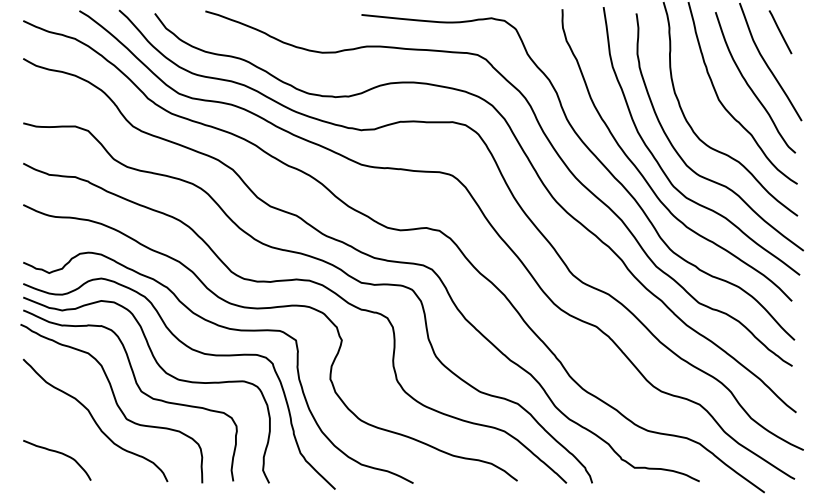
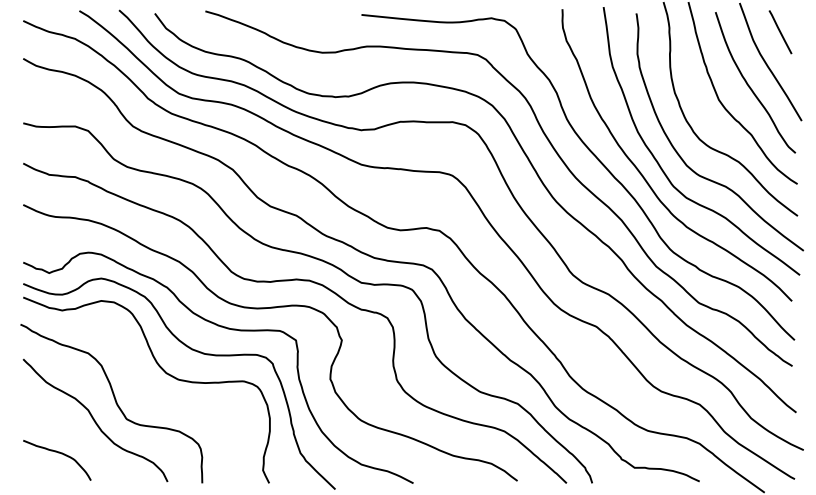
curve at (139, 390): present -> none
